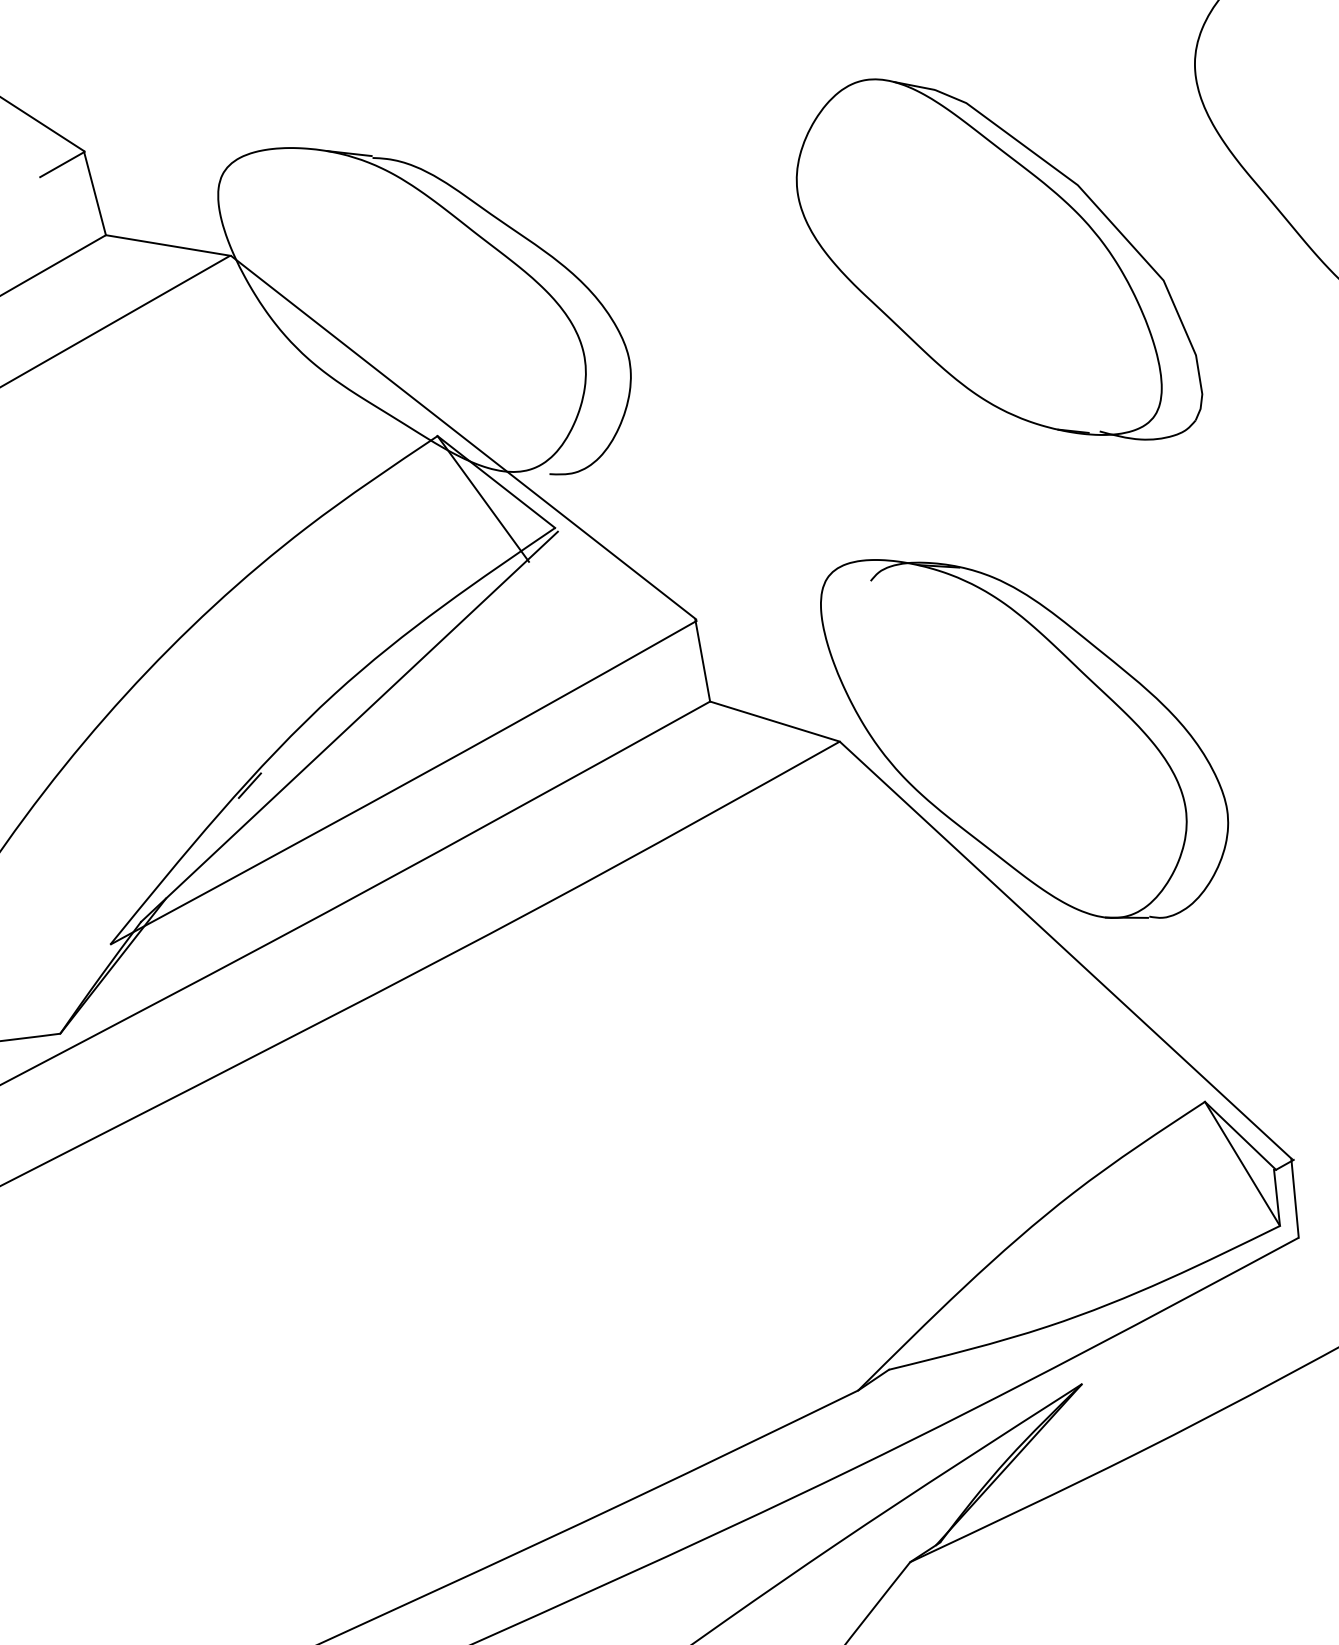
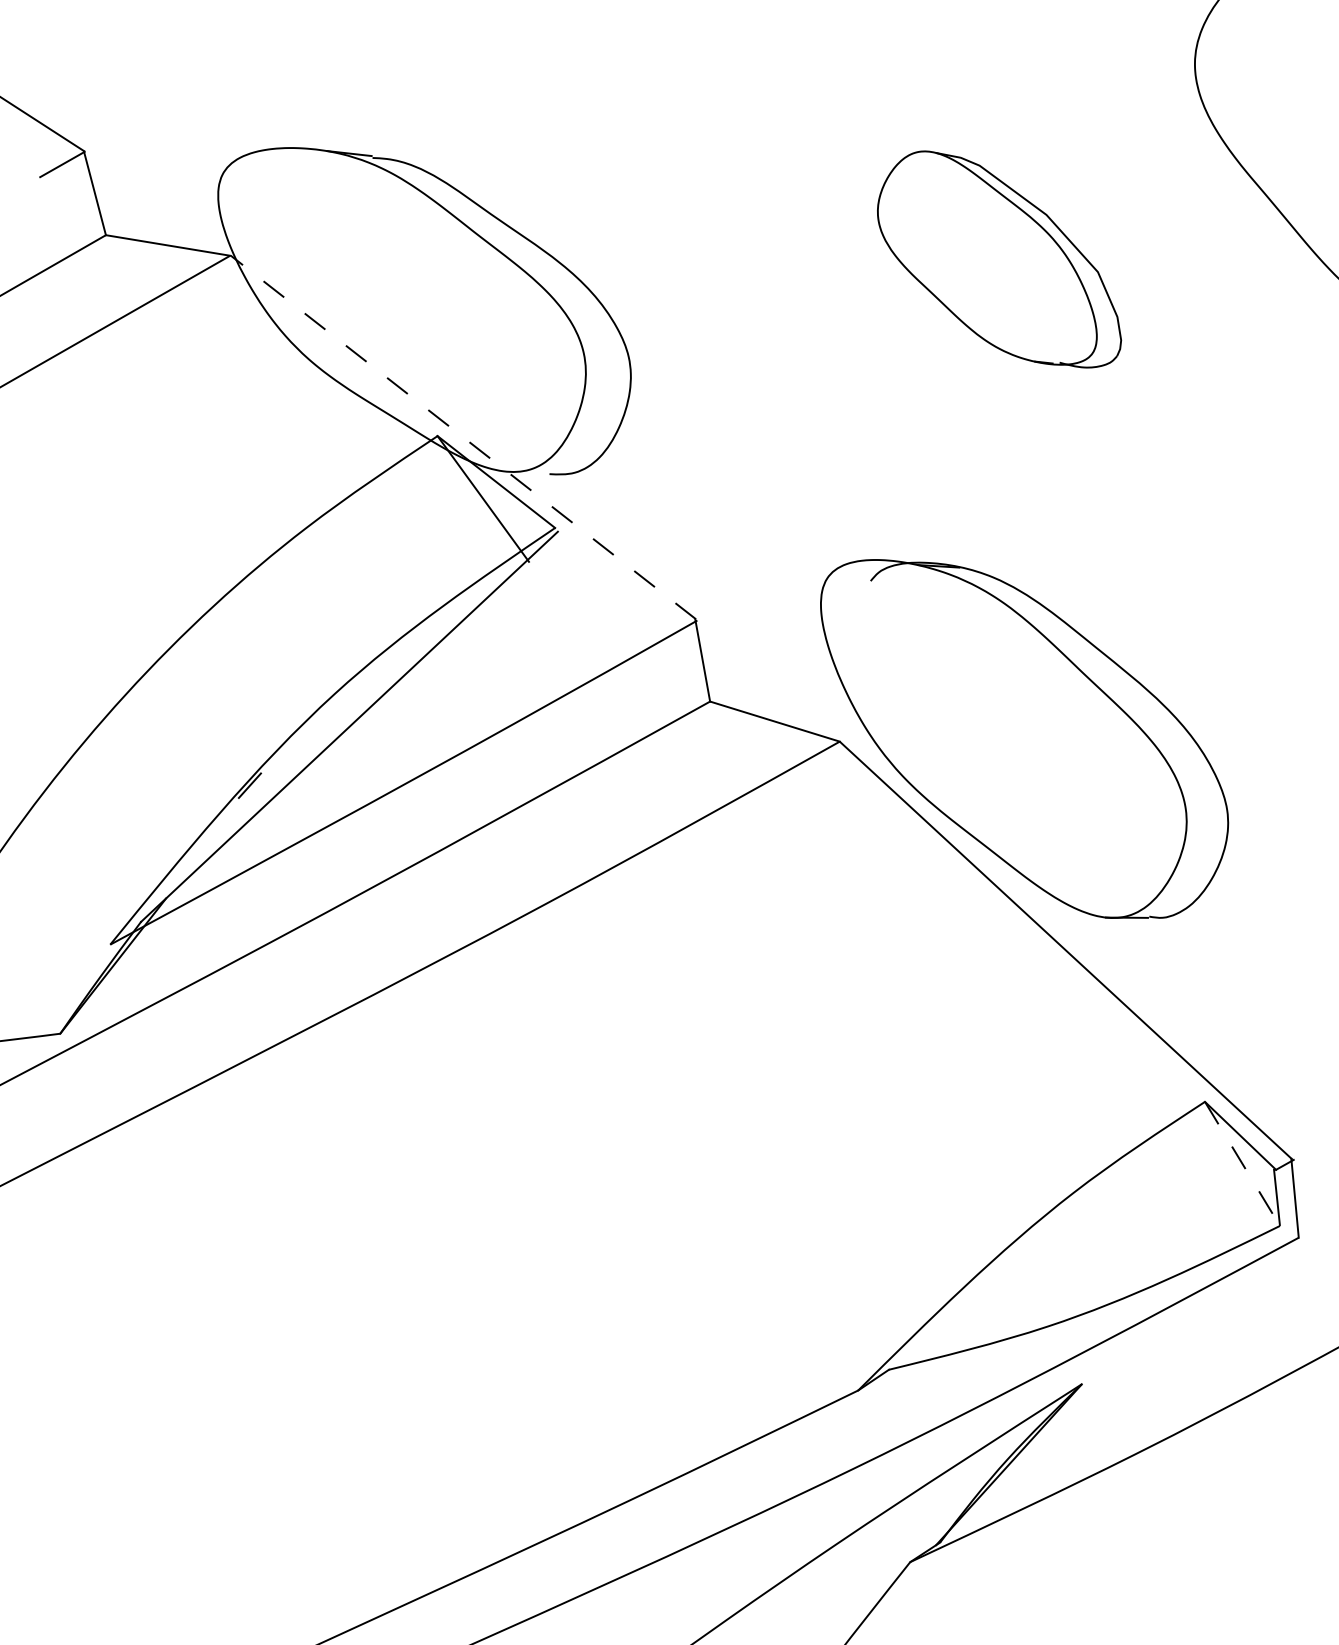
part at (999, 259) size: 409x363 px -> 246x219 px
line at (463, 437): solid -> dashed
line at (1242, 1164): solid -> dashed
